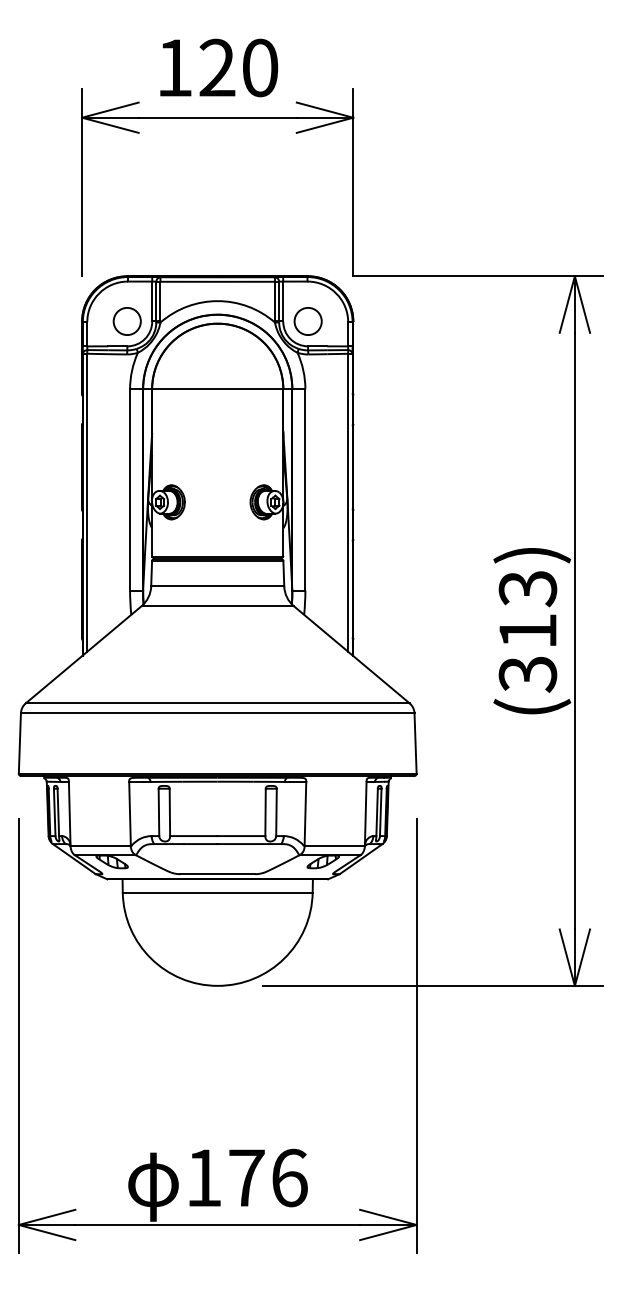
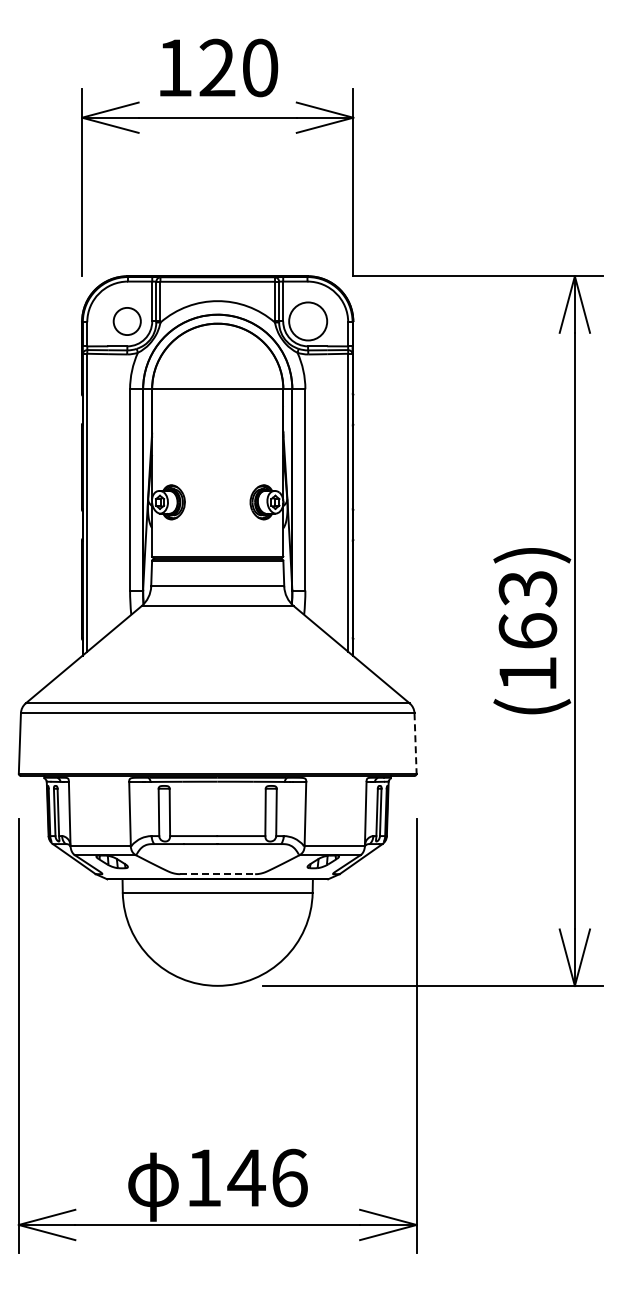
circle at (307, 321) diameter: 27 px -> 38 px
text at (527, 652): (313) -> (163)
line at (415, 743): solid -> dashed
line at (218, 874): solid -> dashed
text at (246, 1177): 176 -> 146
